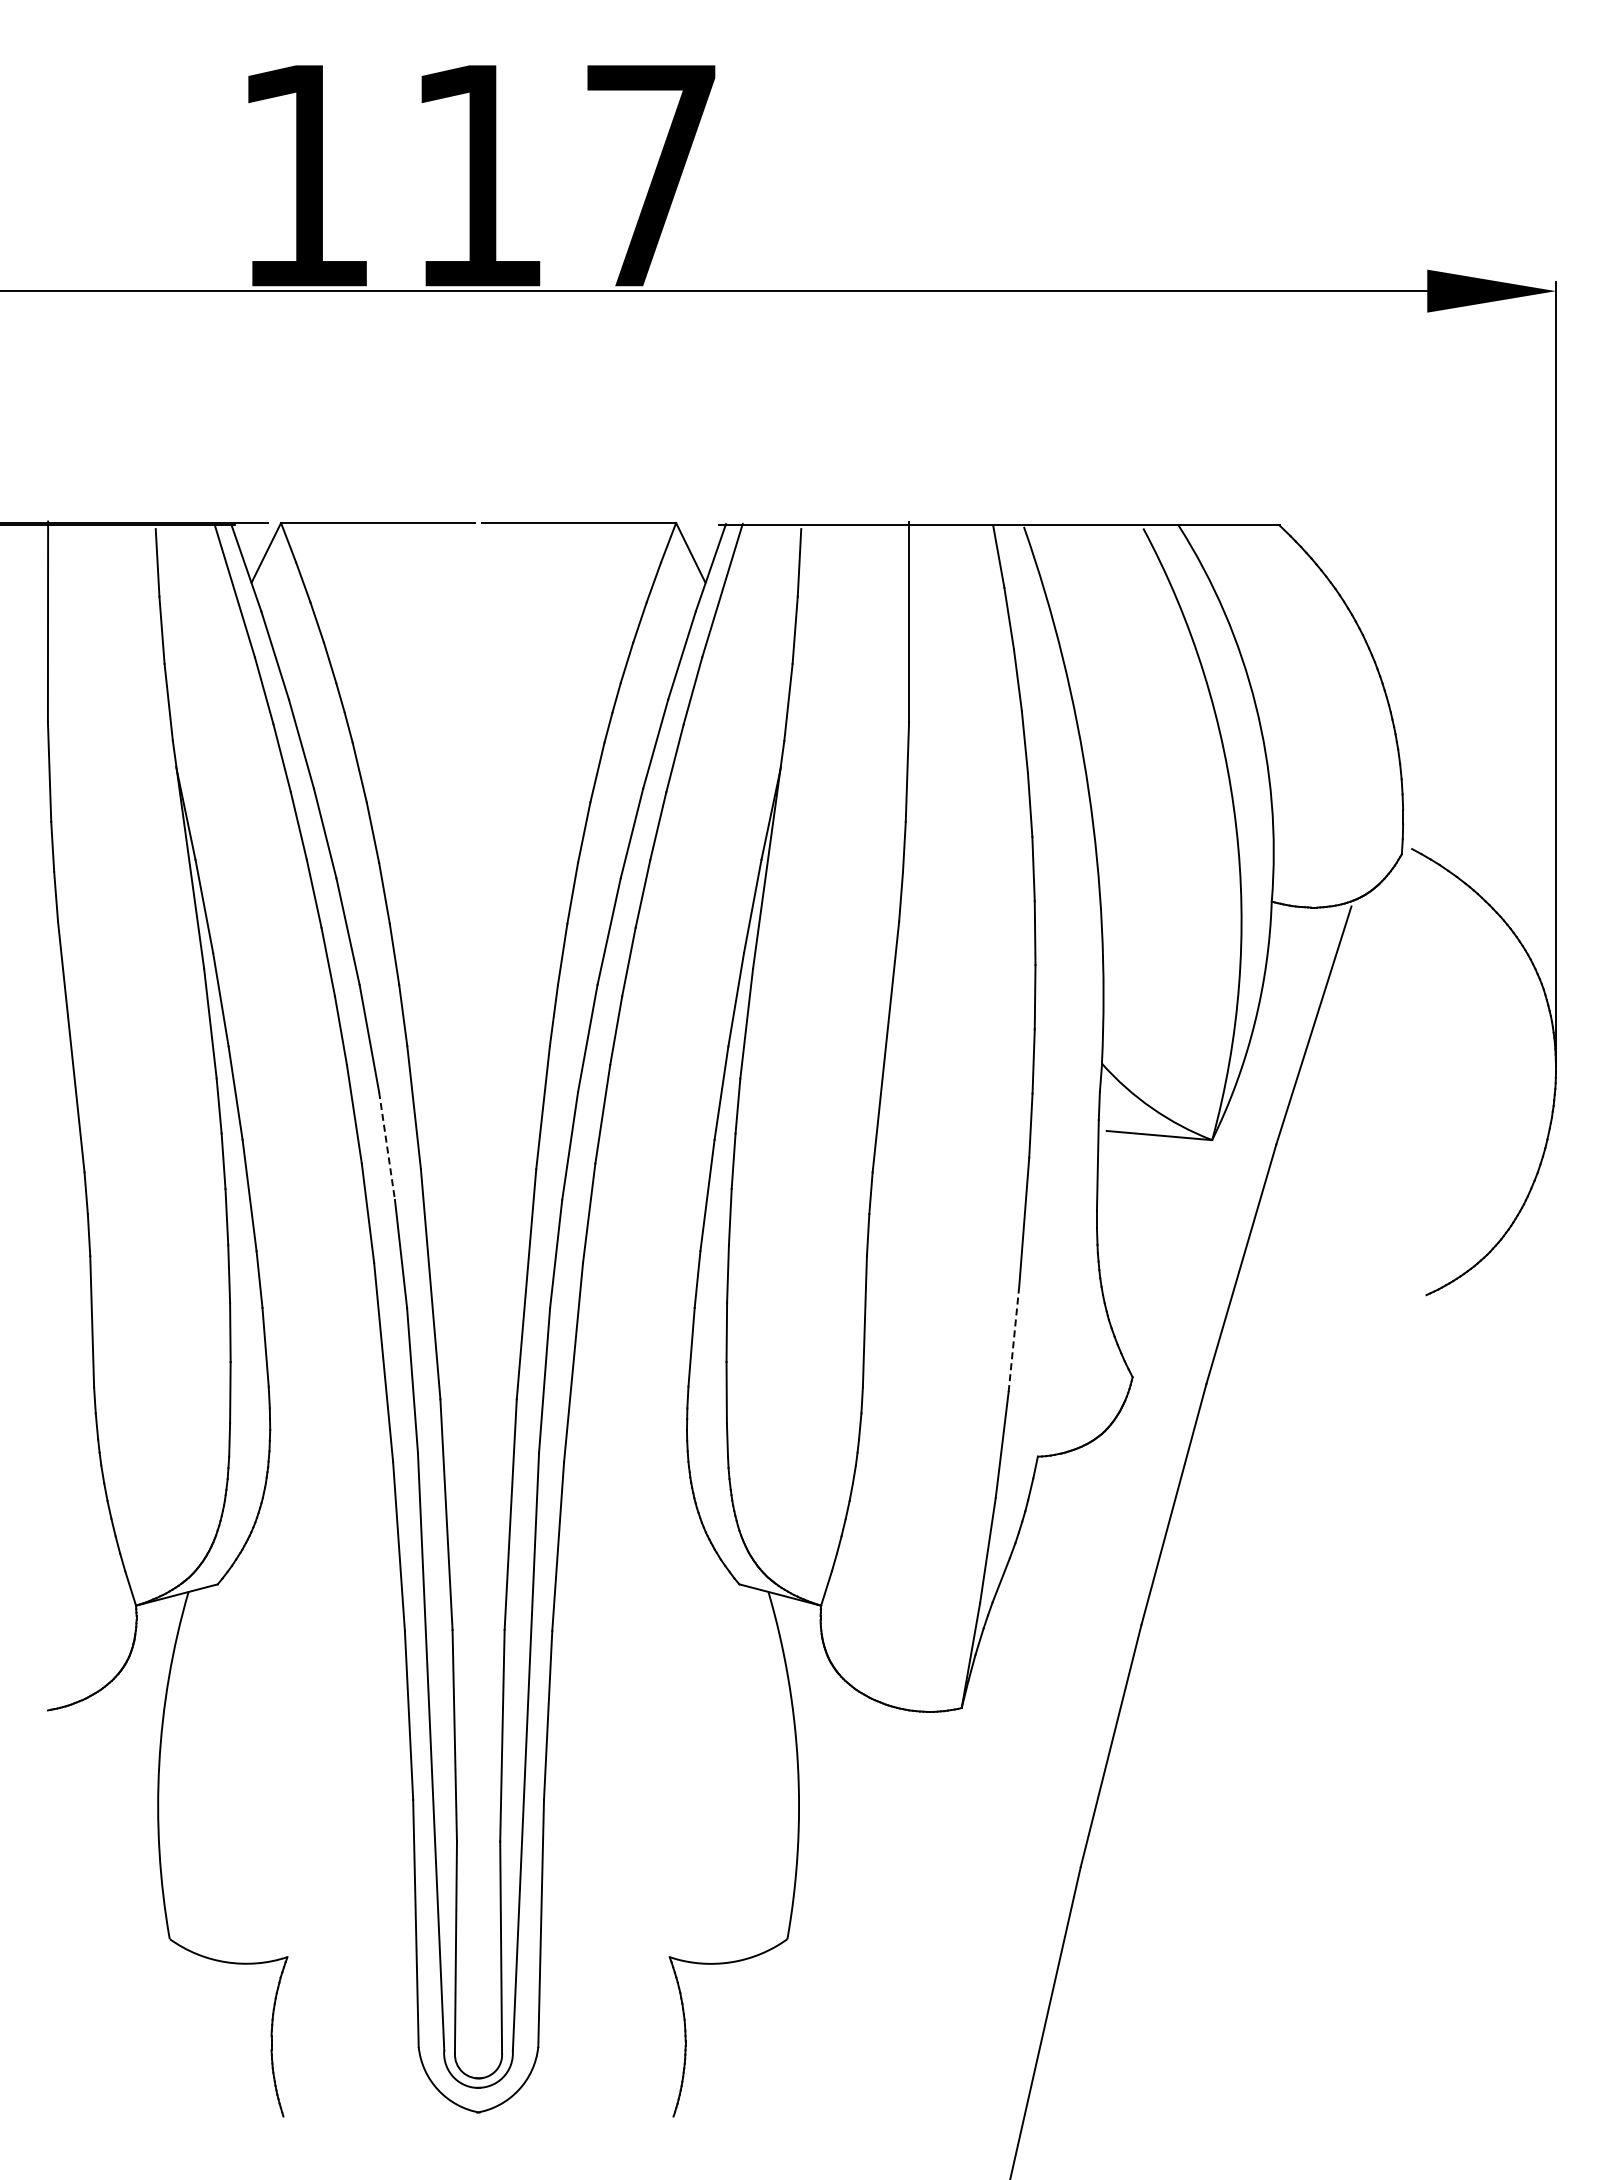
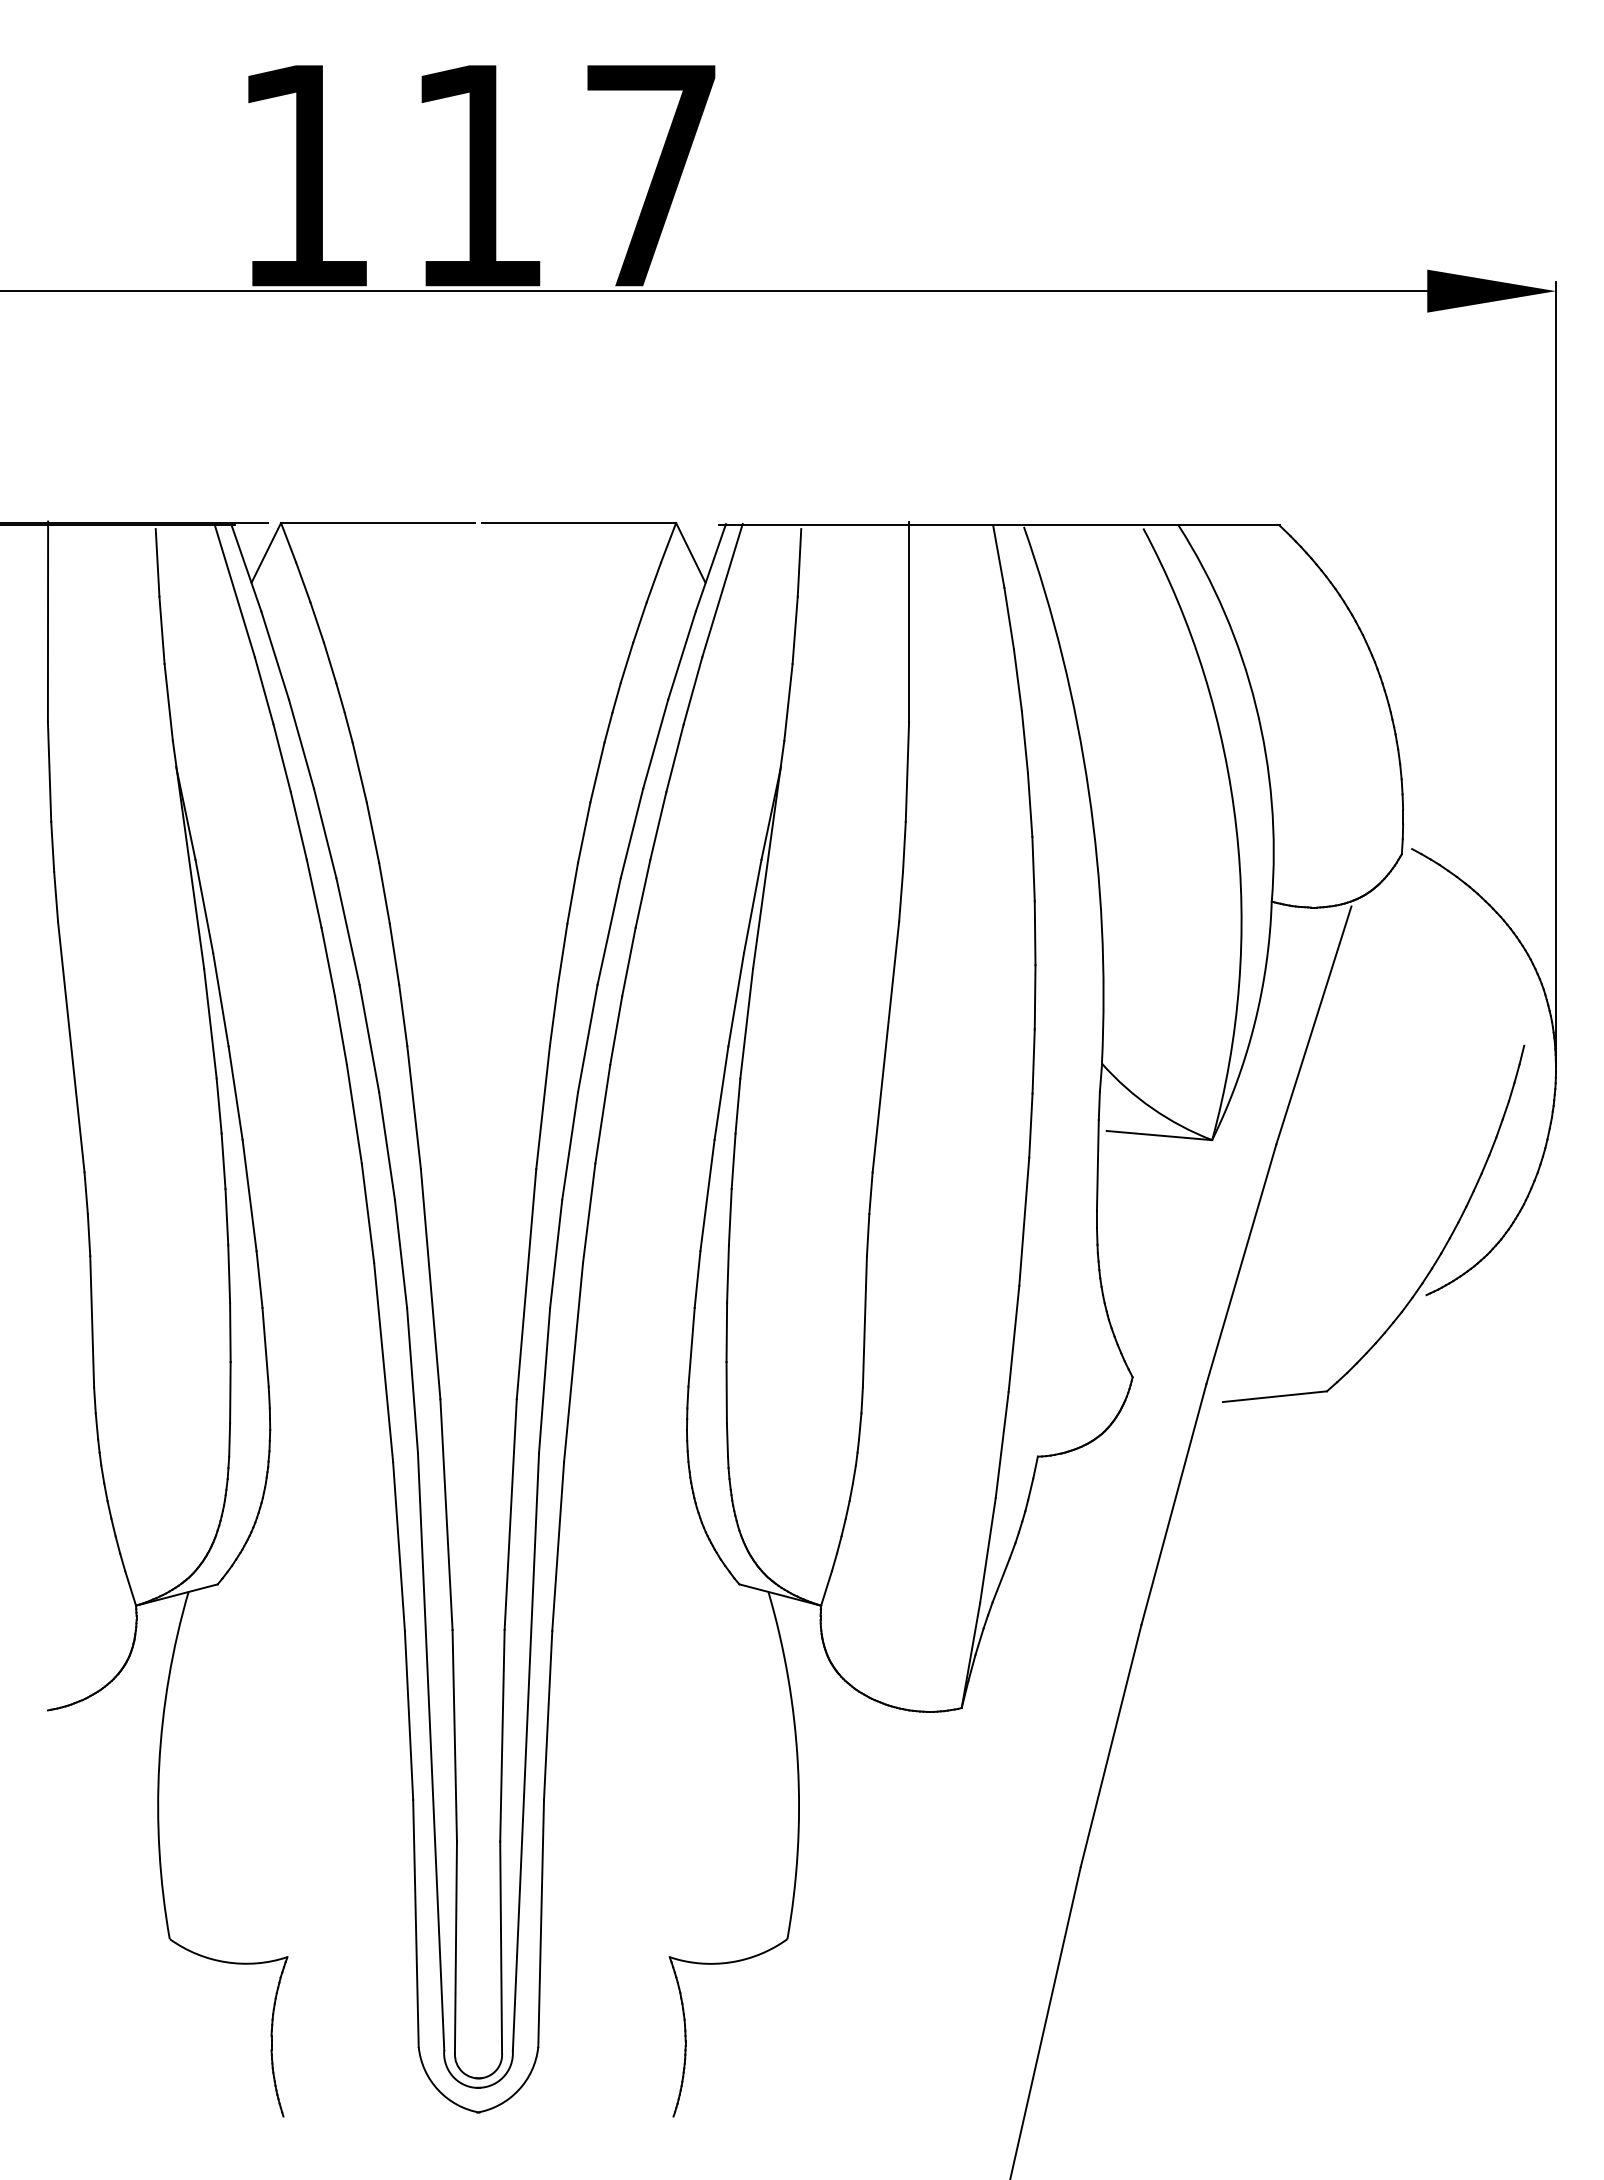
line at (387, 1146): dashed -> solid
part at (1435, 1260): none -> present
line at (1014, 1338): dashed -> solid
